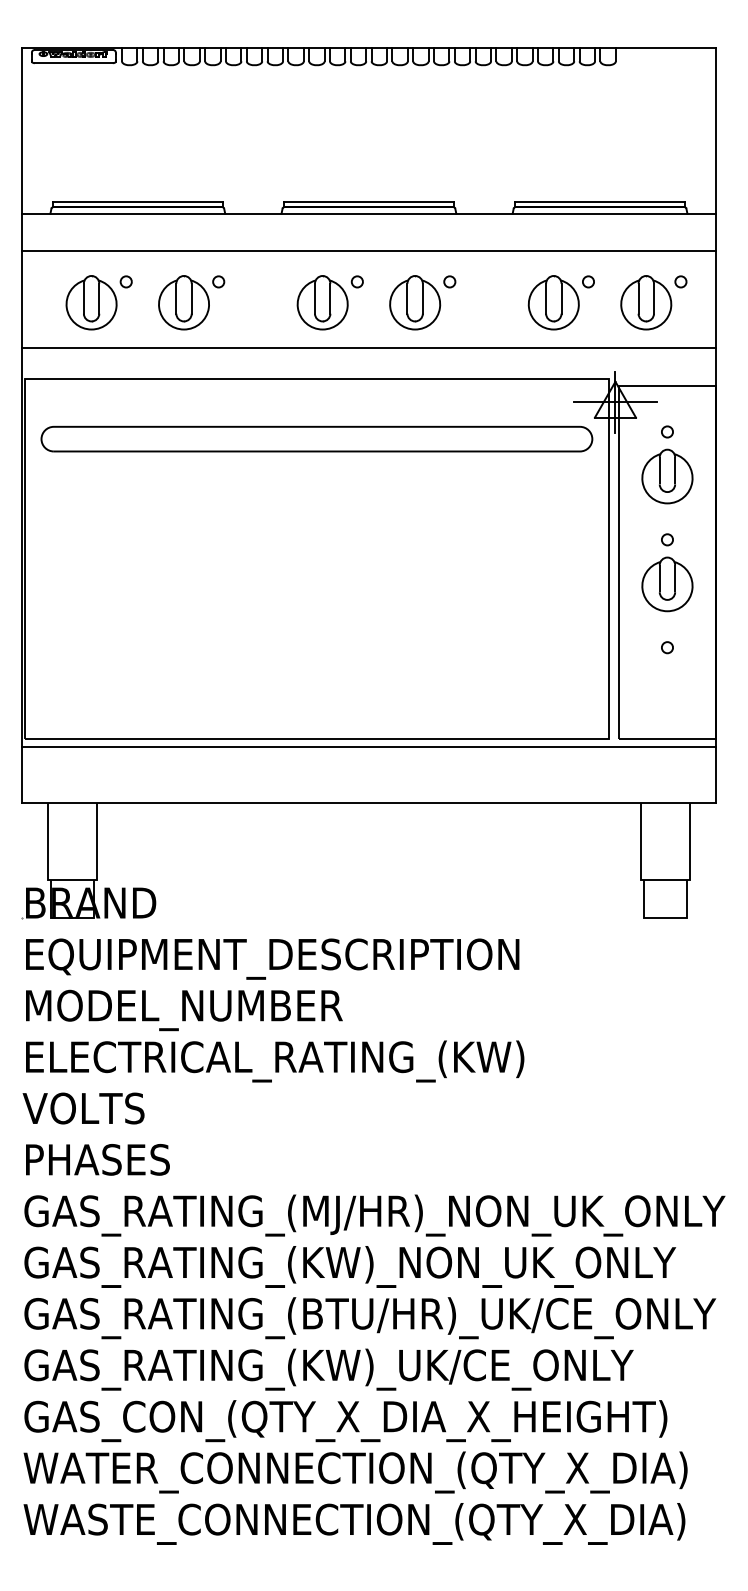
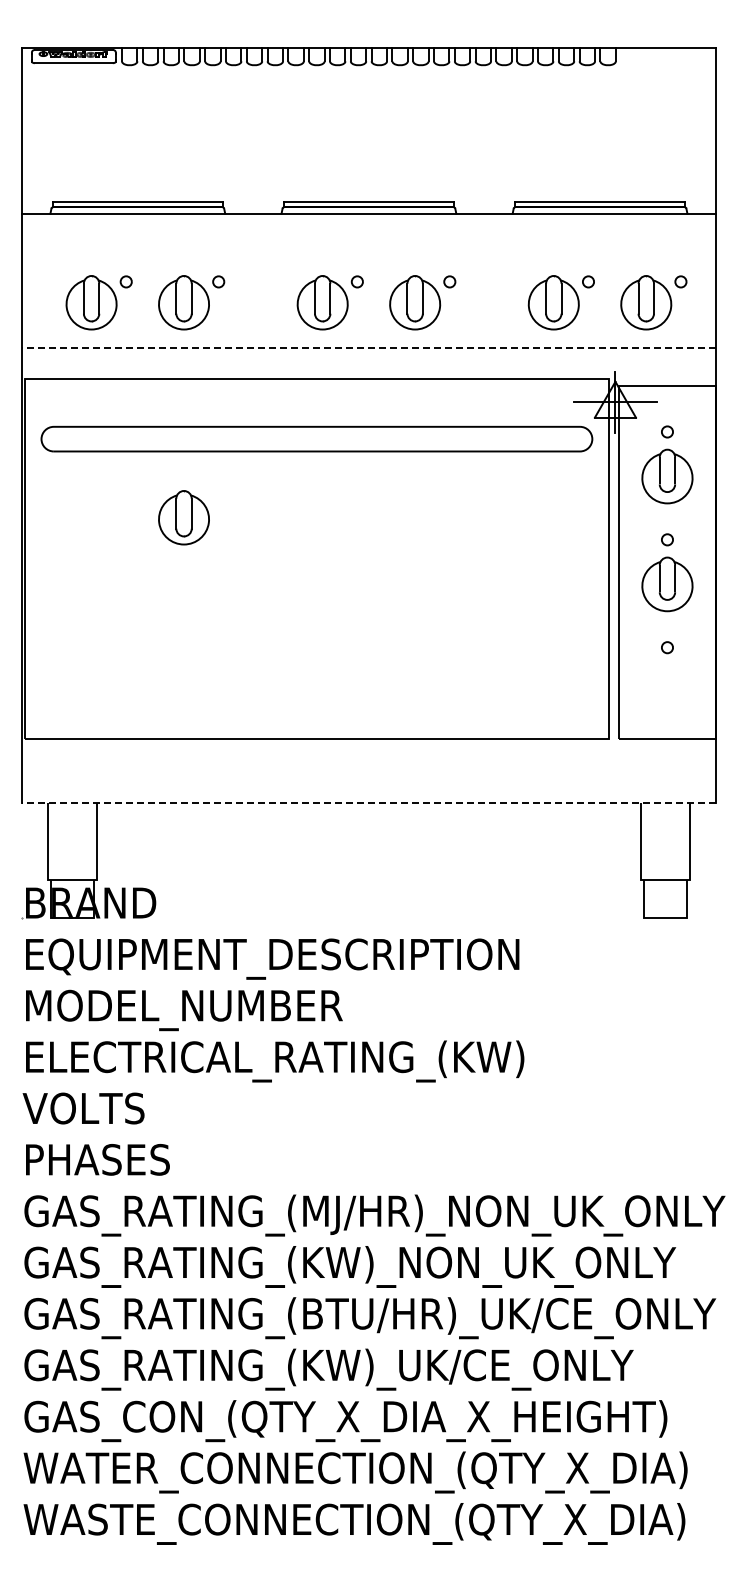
line at (368, 251): present -> none
line at (368, 348): solid -> dashed
part at (183, 517): none -> present
line at (368, 747): present -> none
line at (368, 802): solid -> dashed
